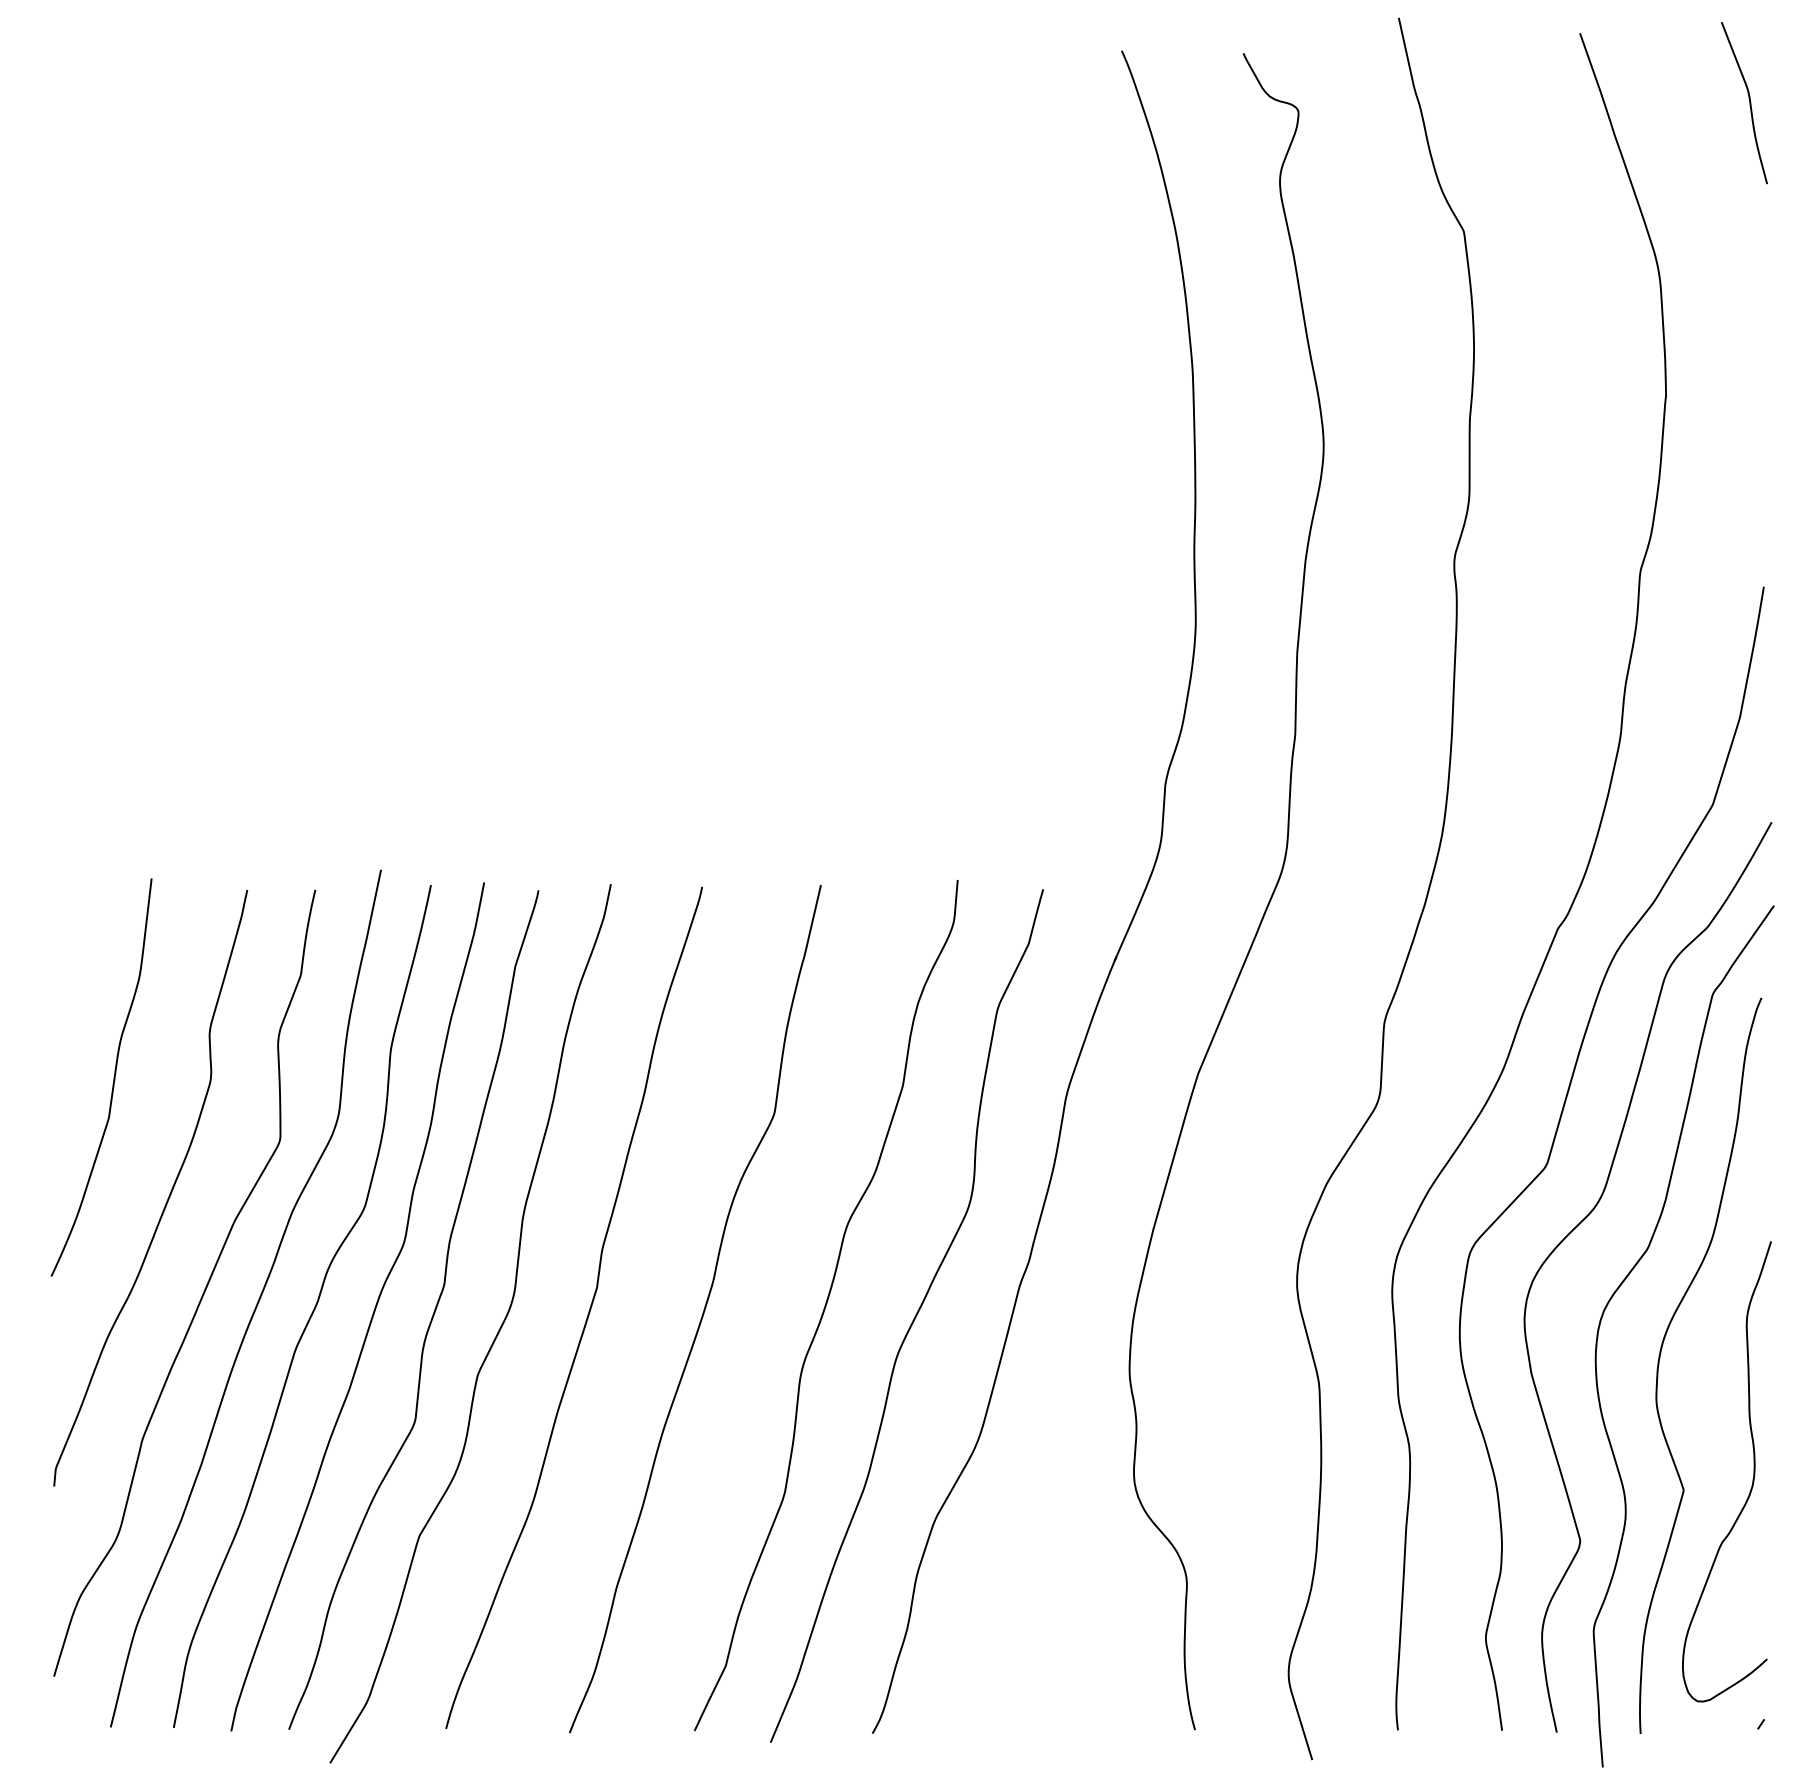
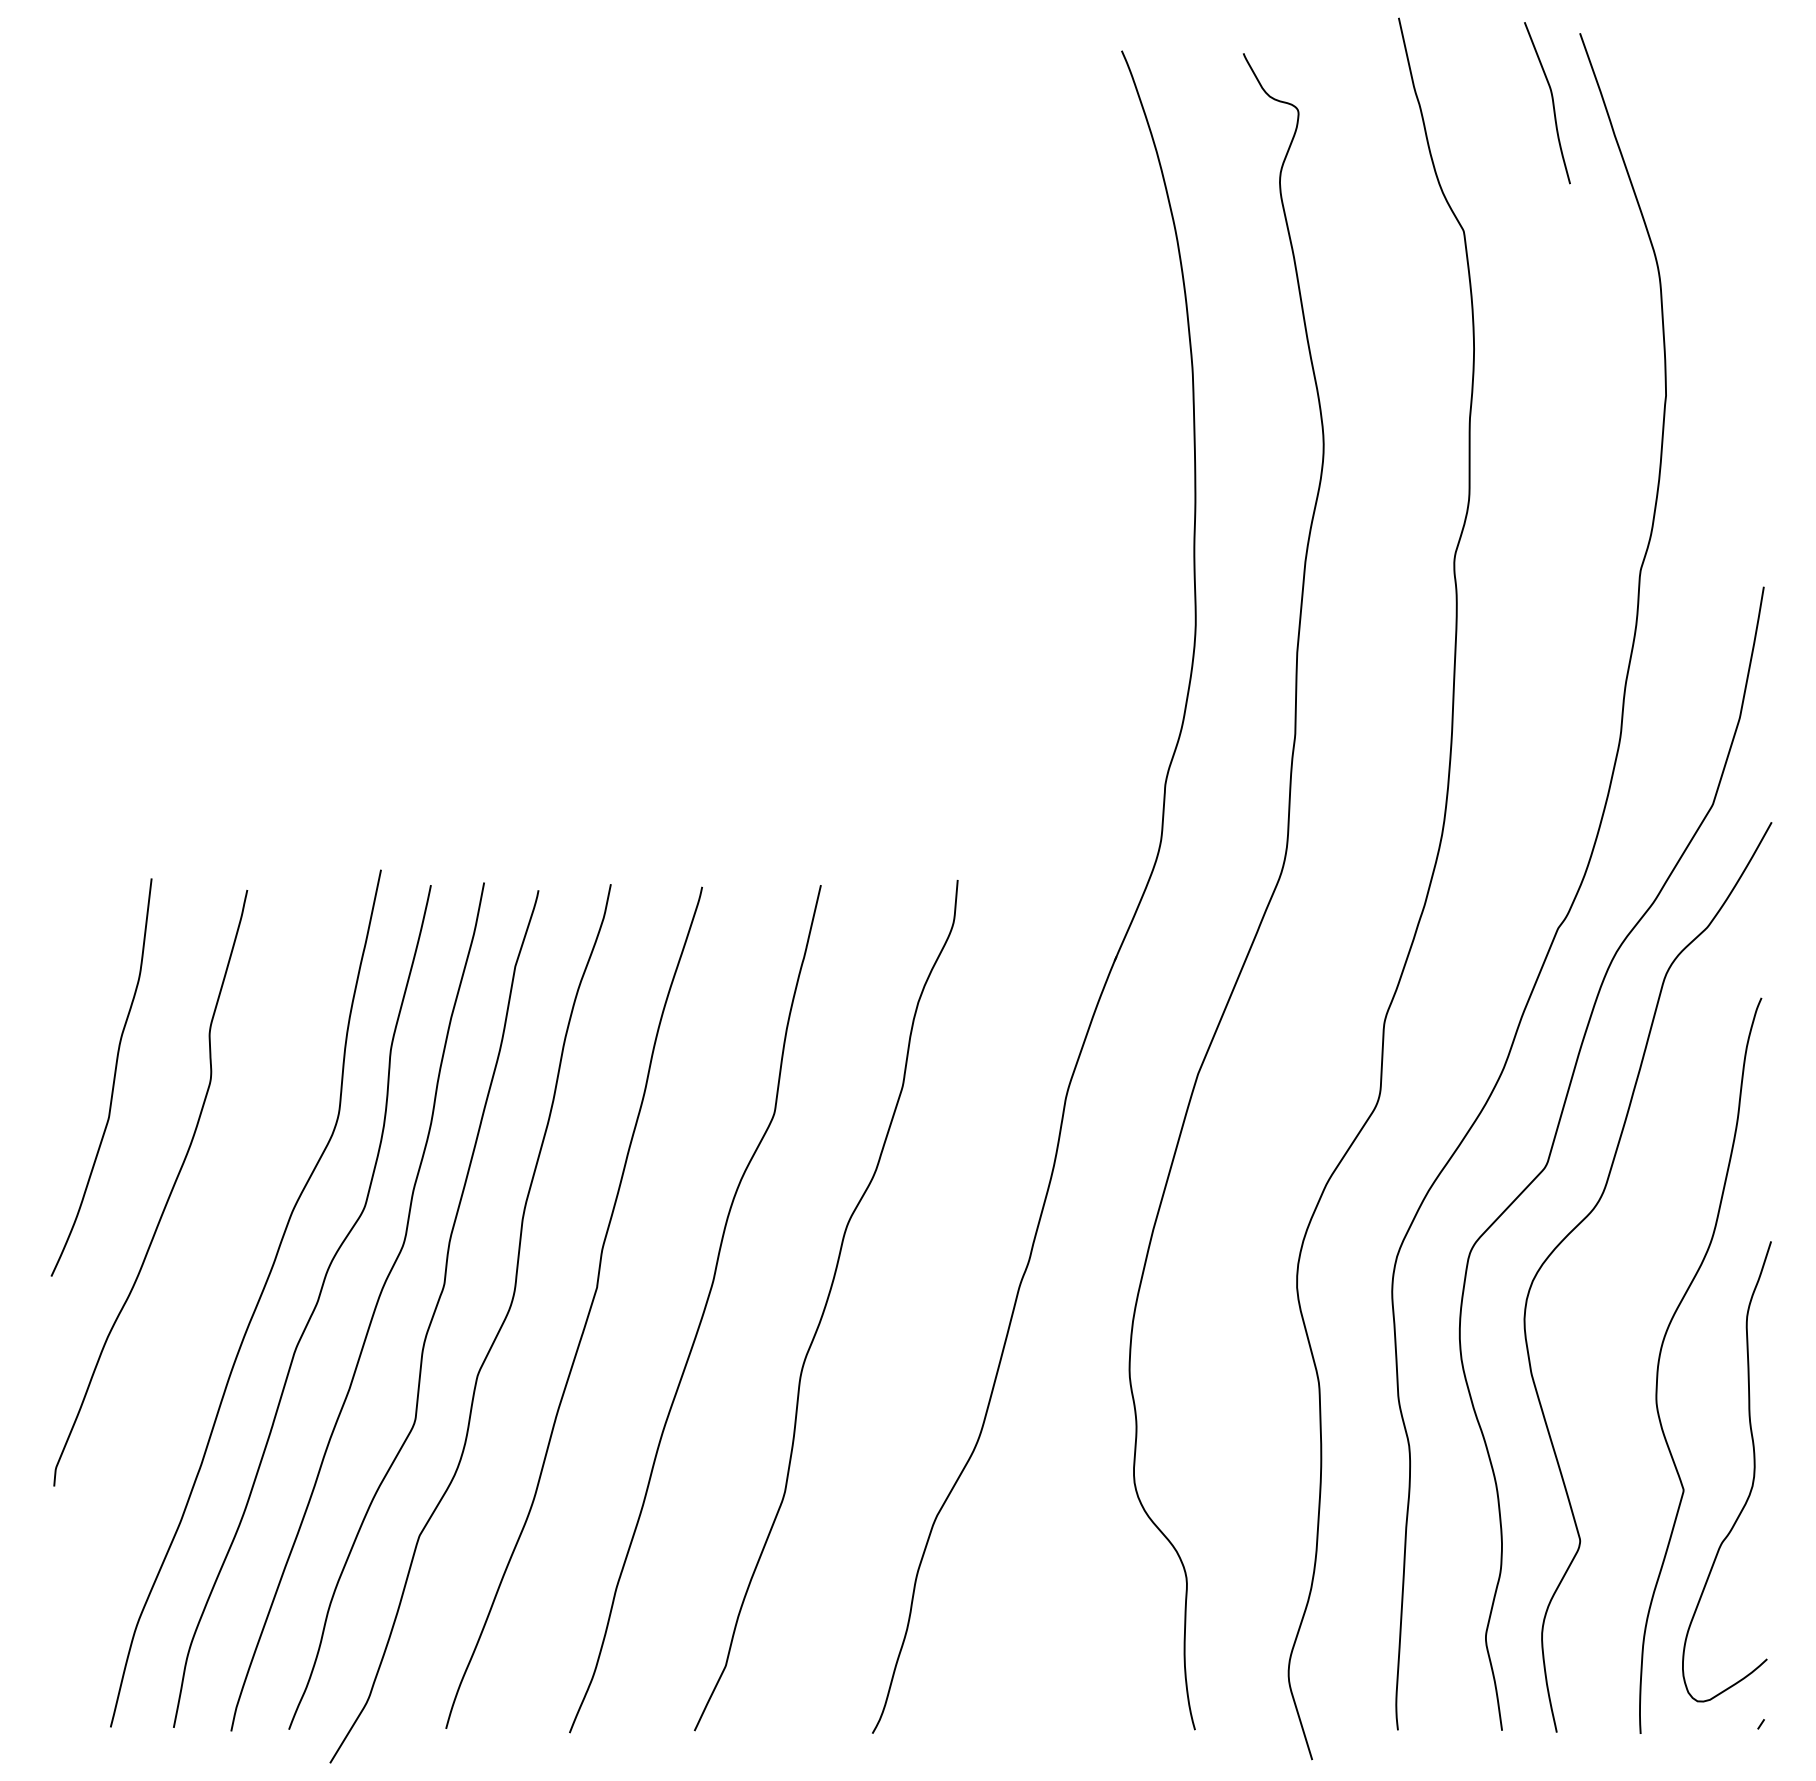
curve at (1749, 103) position: (1749, 103) -> (1552, 103)
curve at (204, 1288): present -> none
curve at (1619, 1288): present -> none
curve at (913, 1318): present -> none
